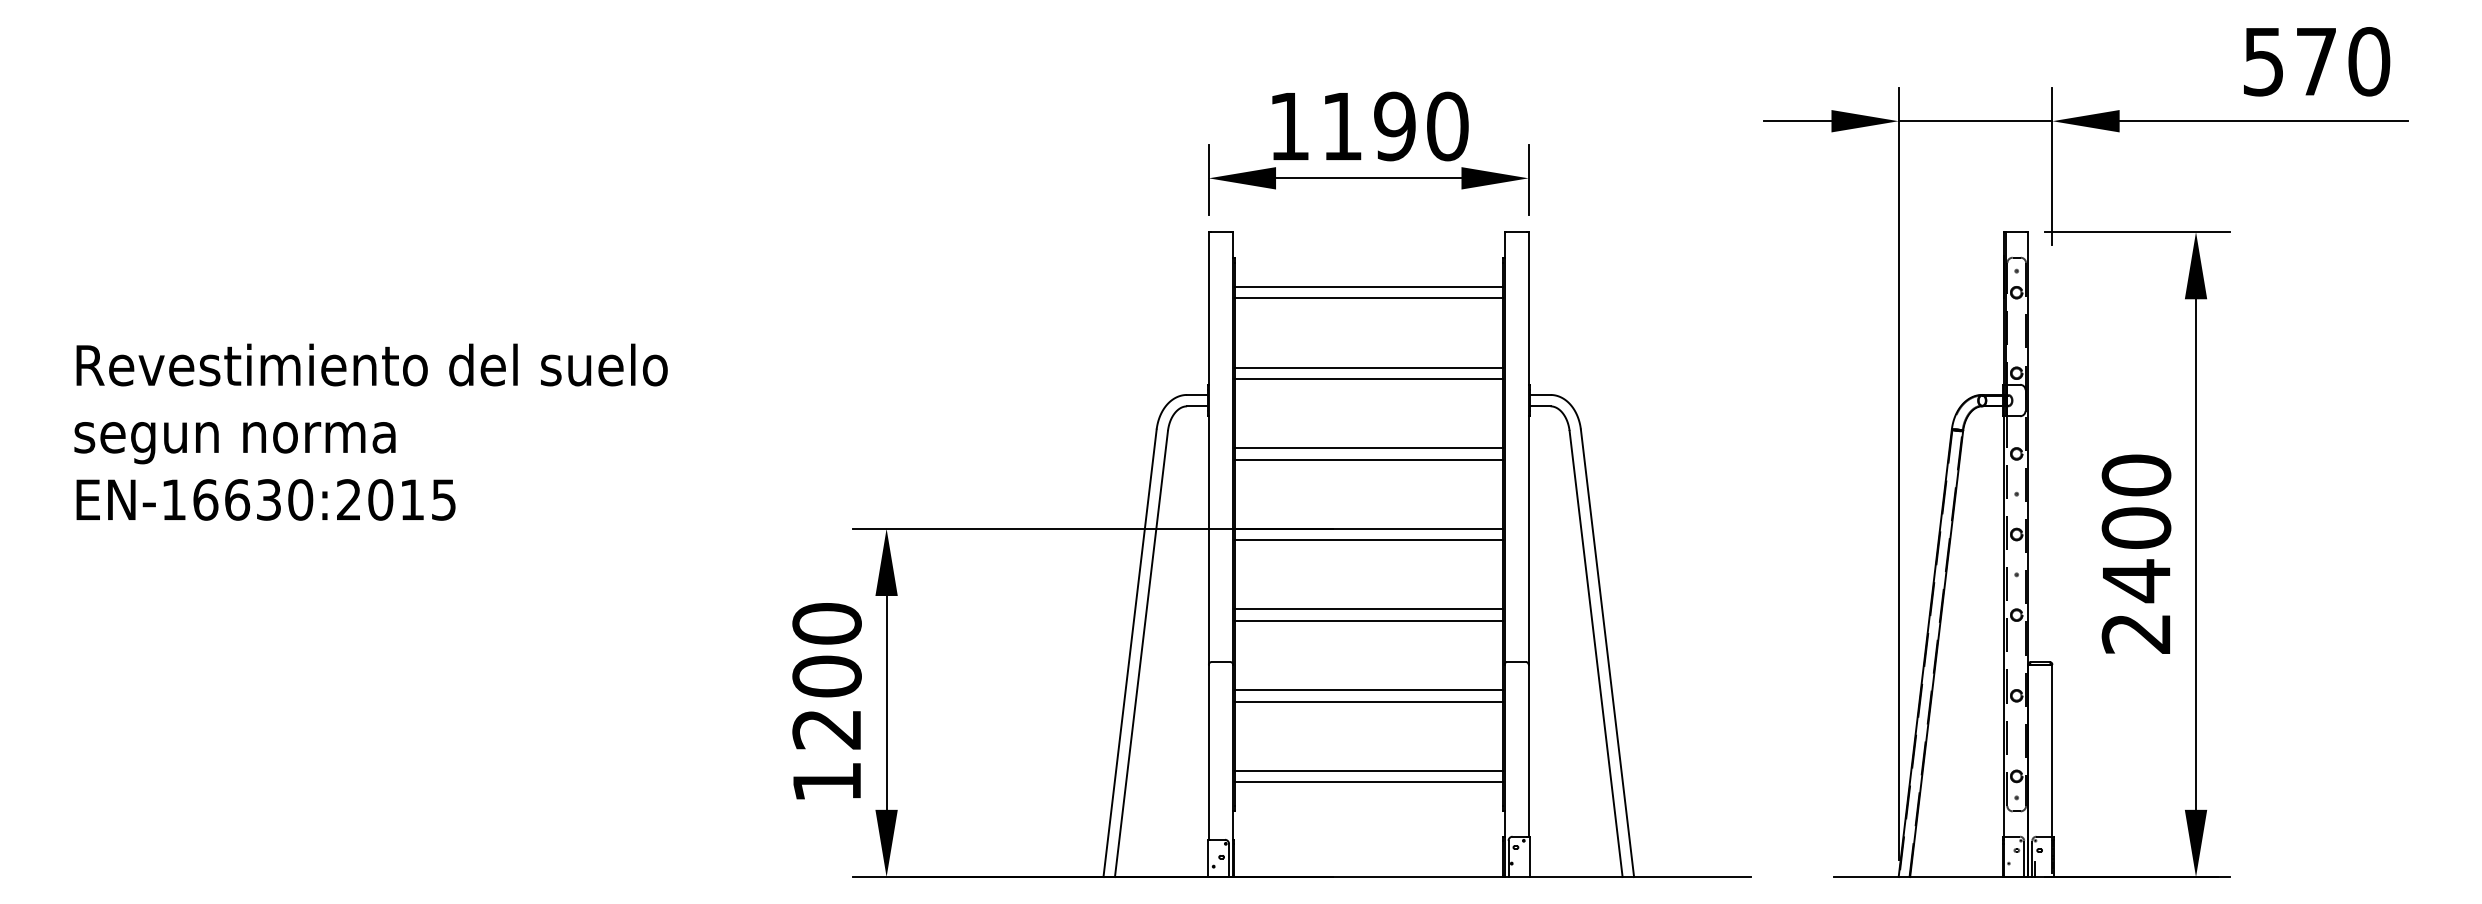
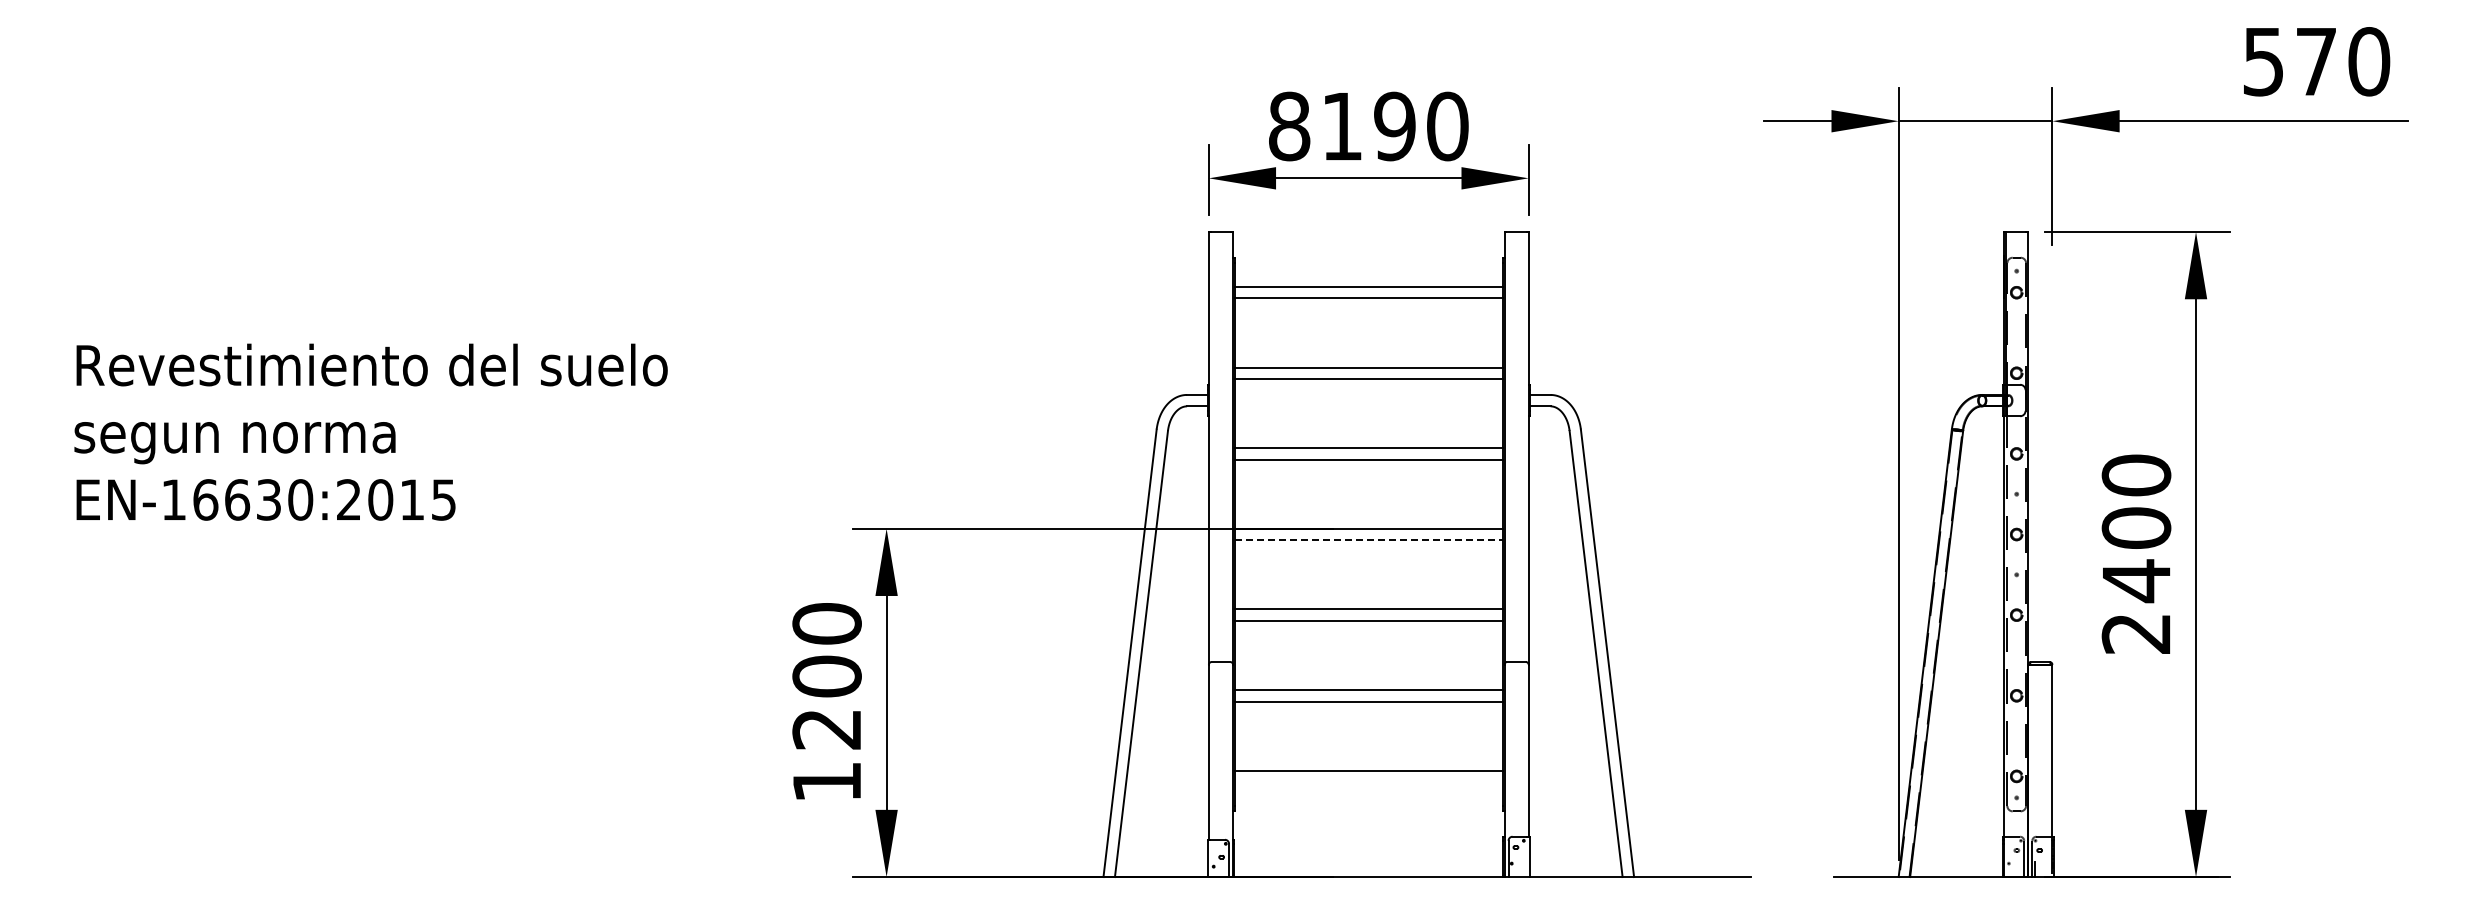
text at (1289, 126): 1190 -> 8190
line at (1369, 540): solid -> dashed
line at (1368, 782): present -> none
